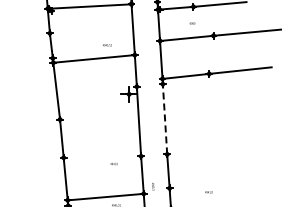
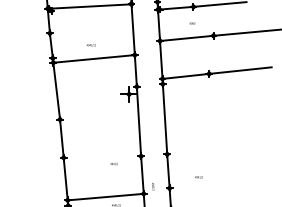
text at (106, 45) position: (106, 45) -> (90, 45)
line at (165, 118): dashed -> solid
text at (208, 192) position: (208, 192) -> (198, 177)
